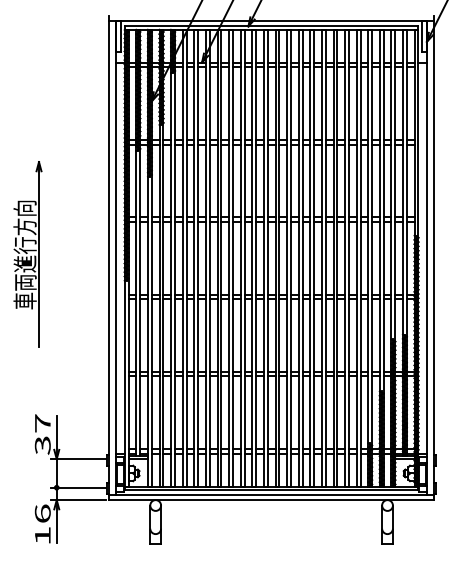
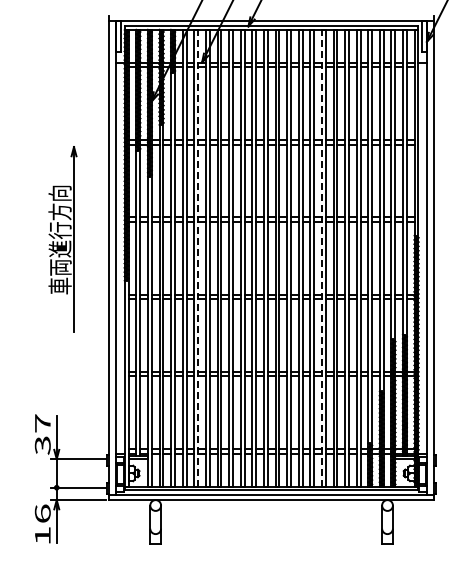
part at (27, 254) position: (27, 254) -> (62, 239)
line at (198, 257): solid -> dashed
line at (321, 257): solid -> dashed
